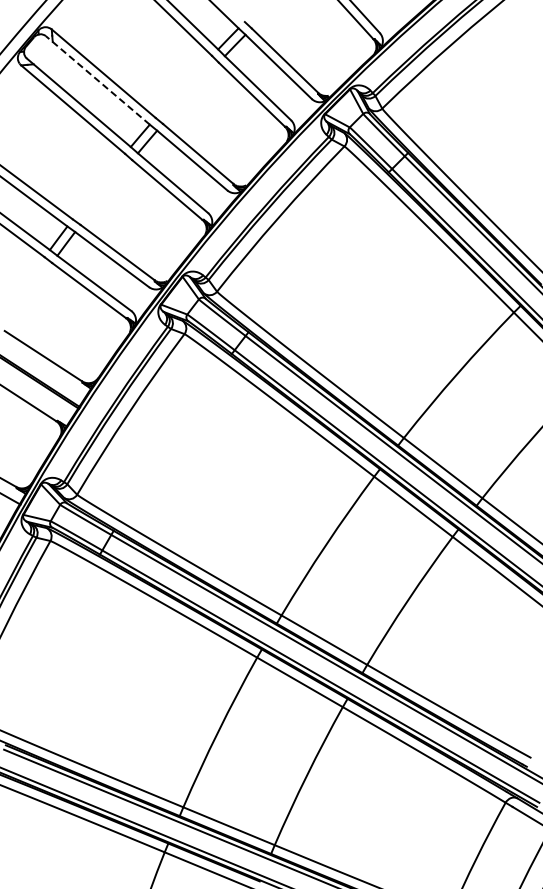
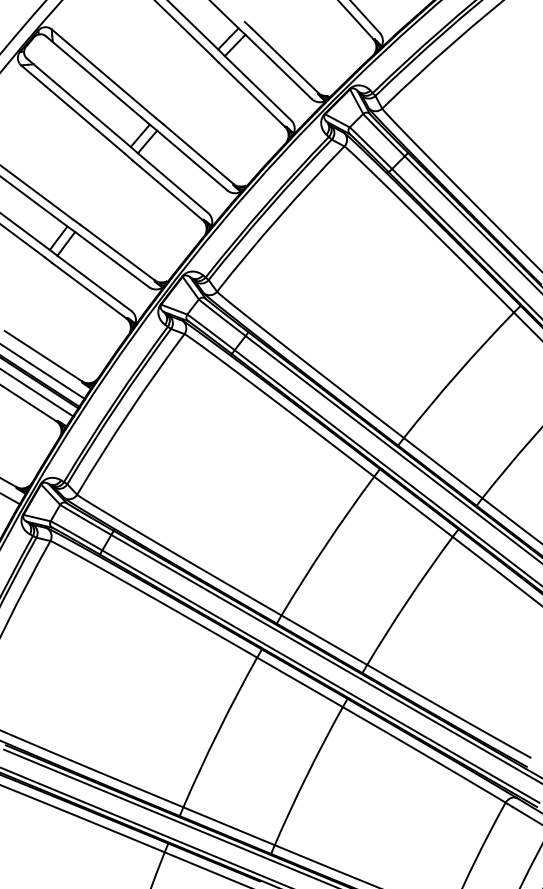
line at (97, 80): dashed -> solid
line at (43, 372): none -> present
line at (37, 393): none -> present
